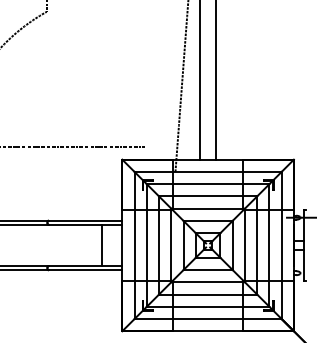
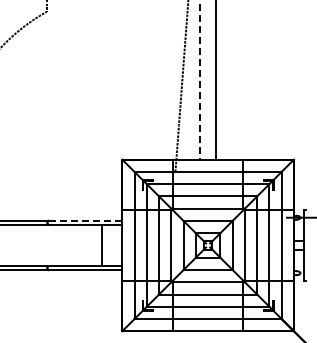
line at (200, 80): solid -> dashed
line at (73, 147): present -> none
line at (85, 220): solid -> dashed
